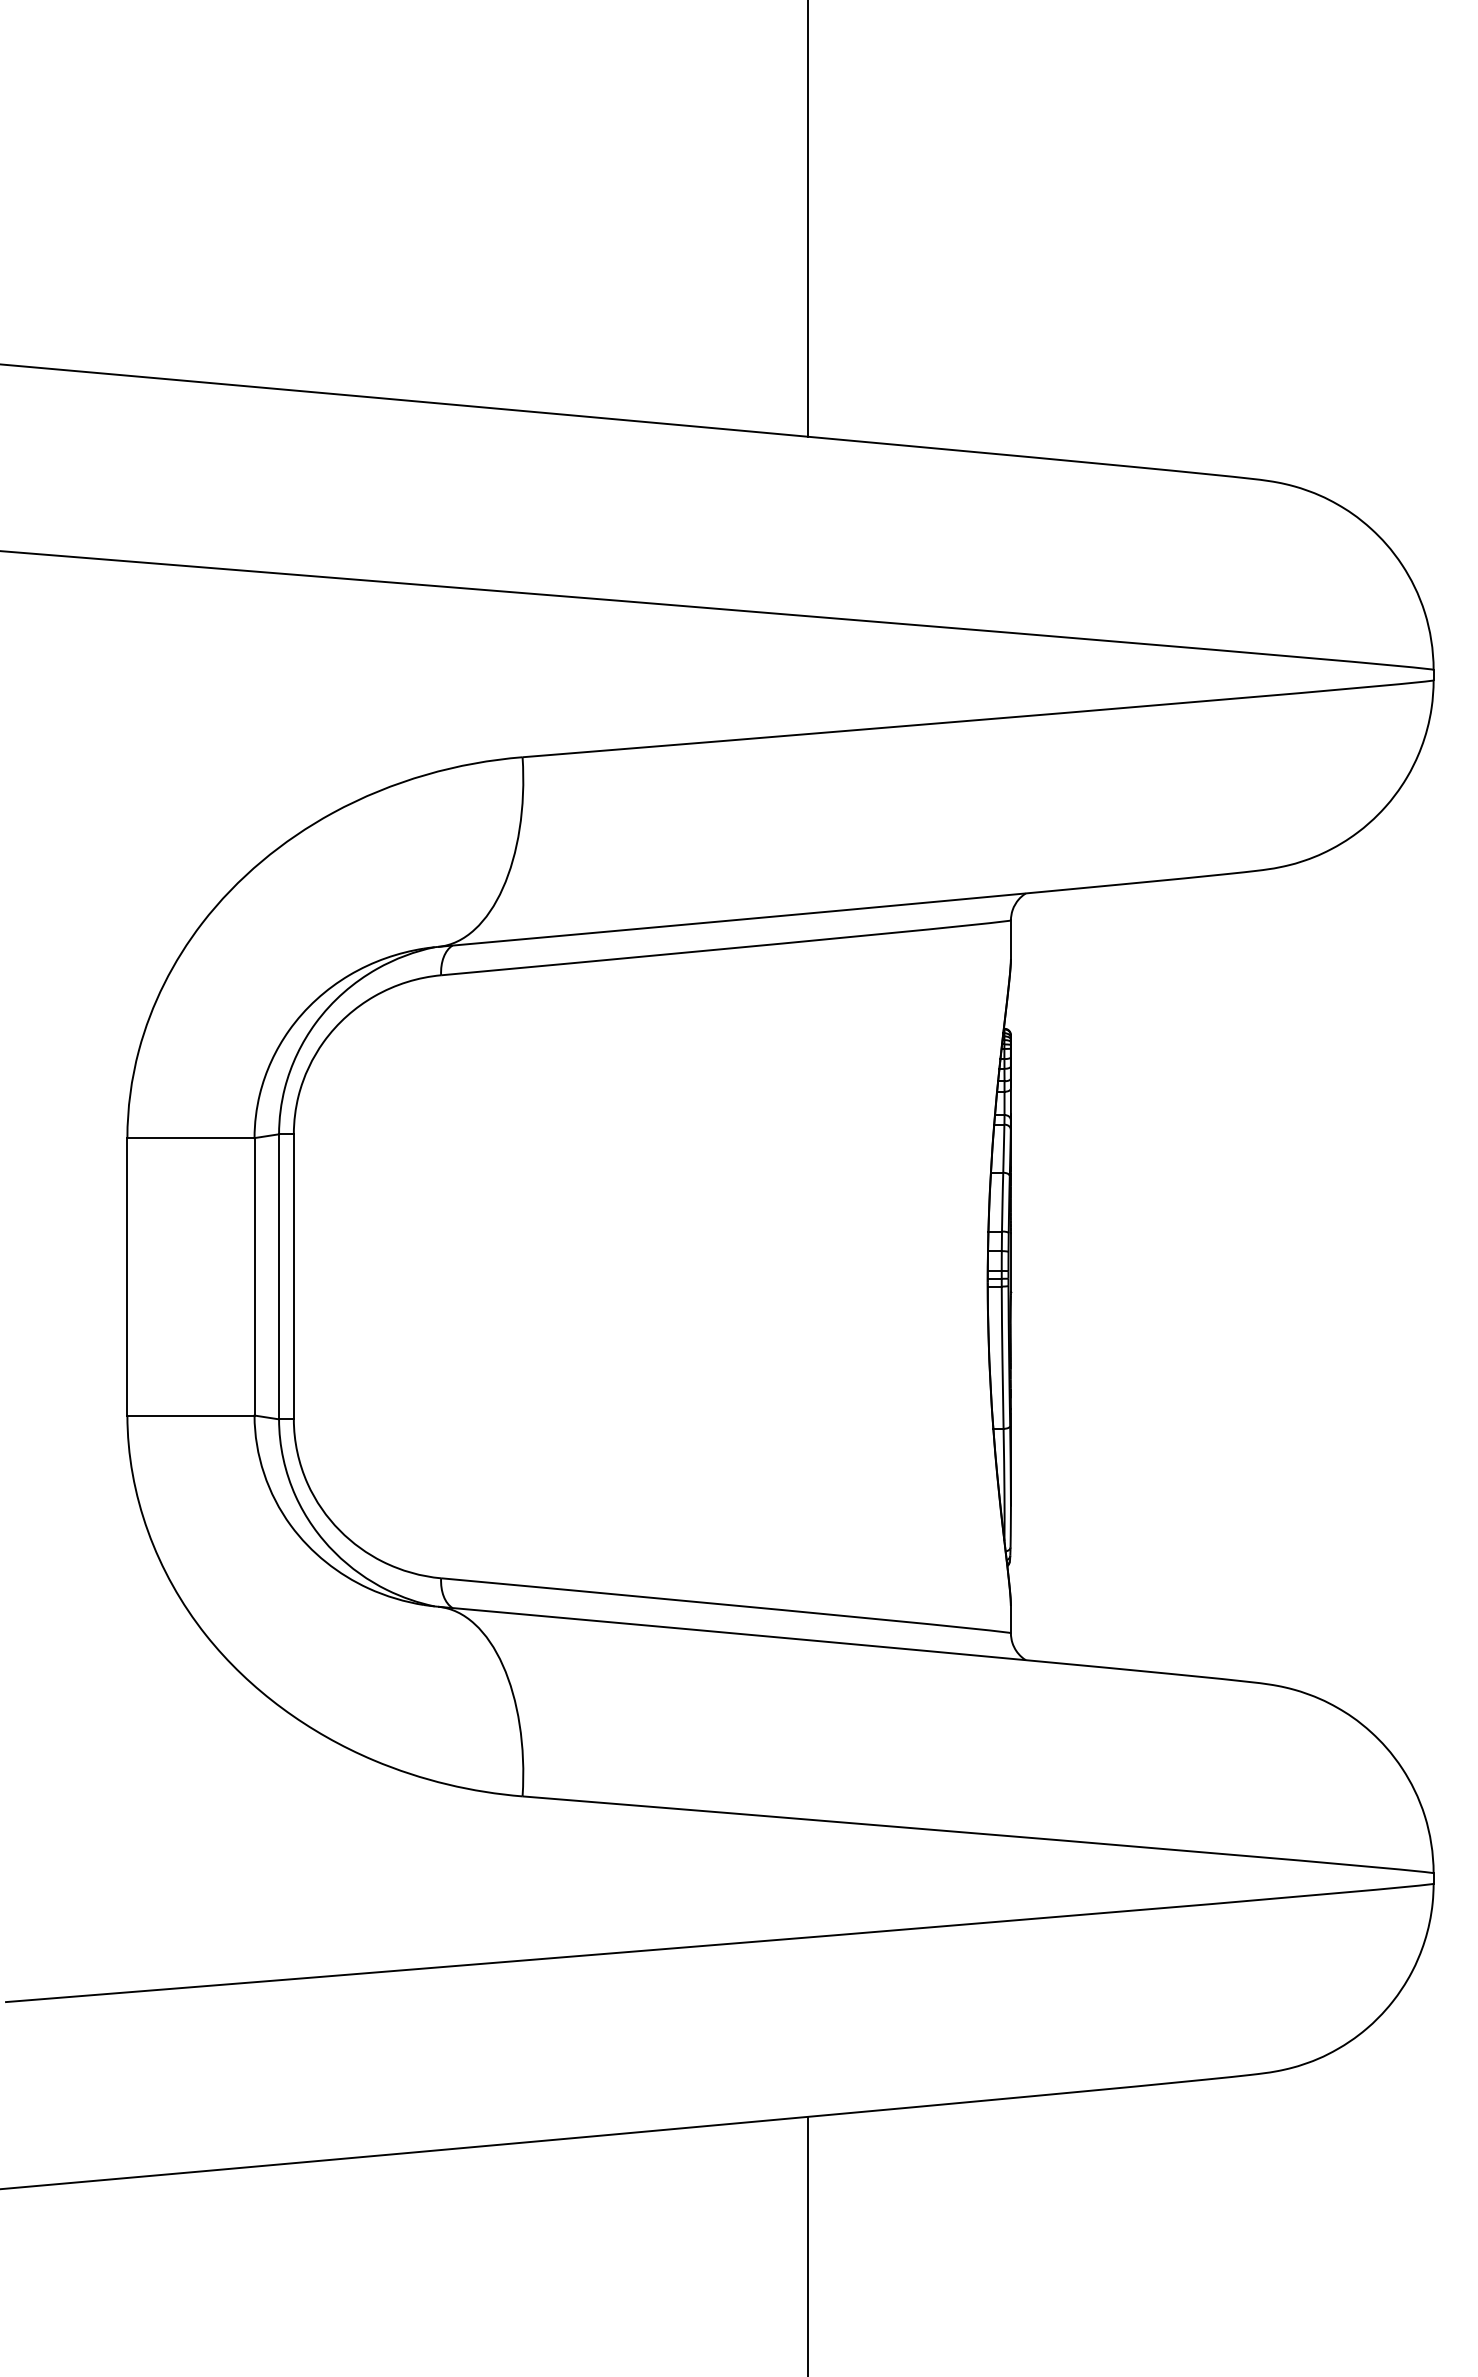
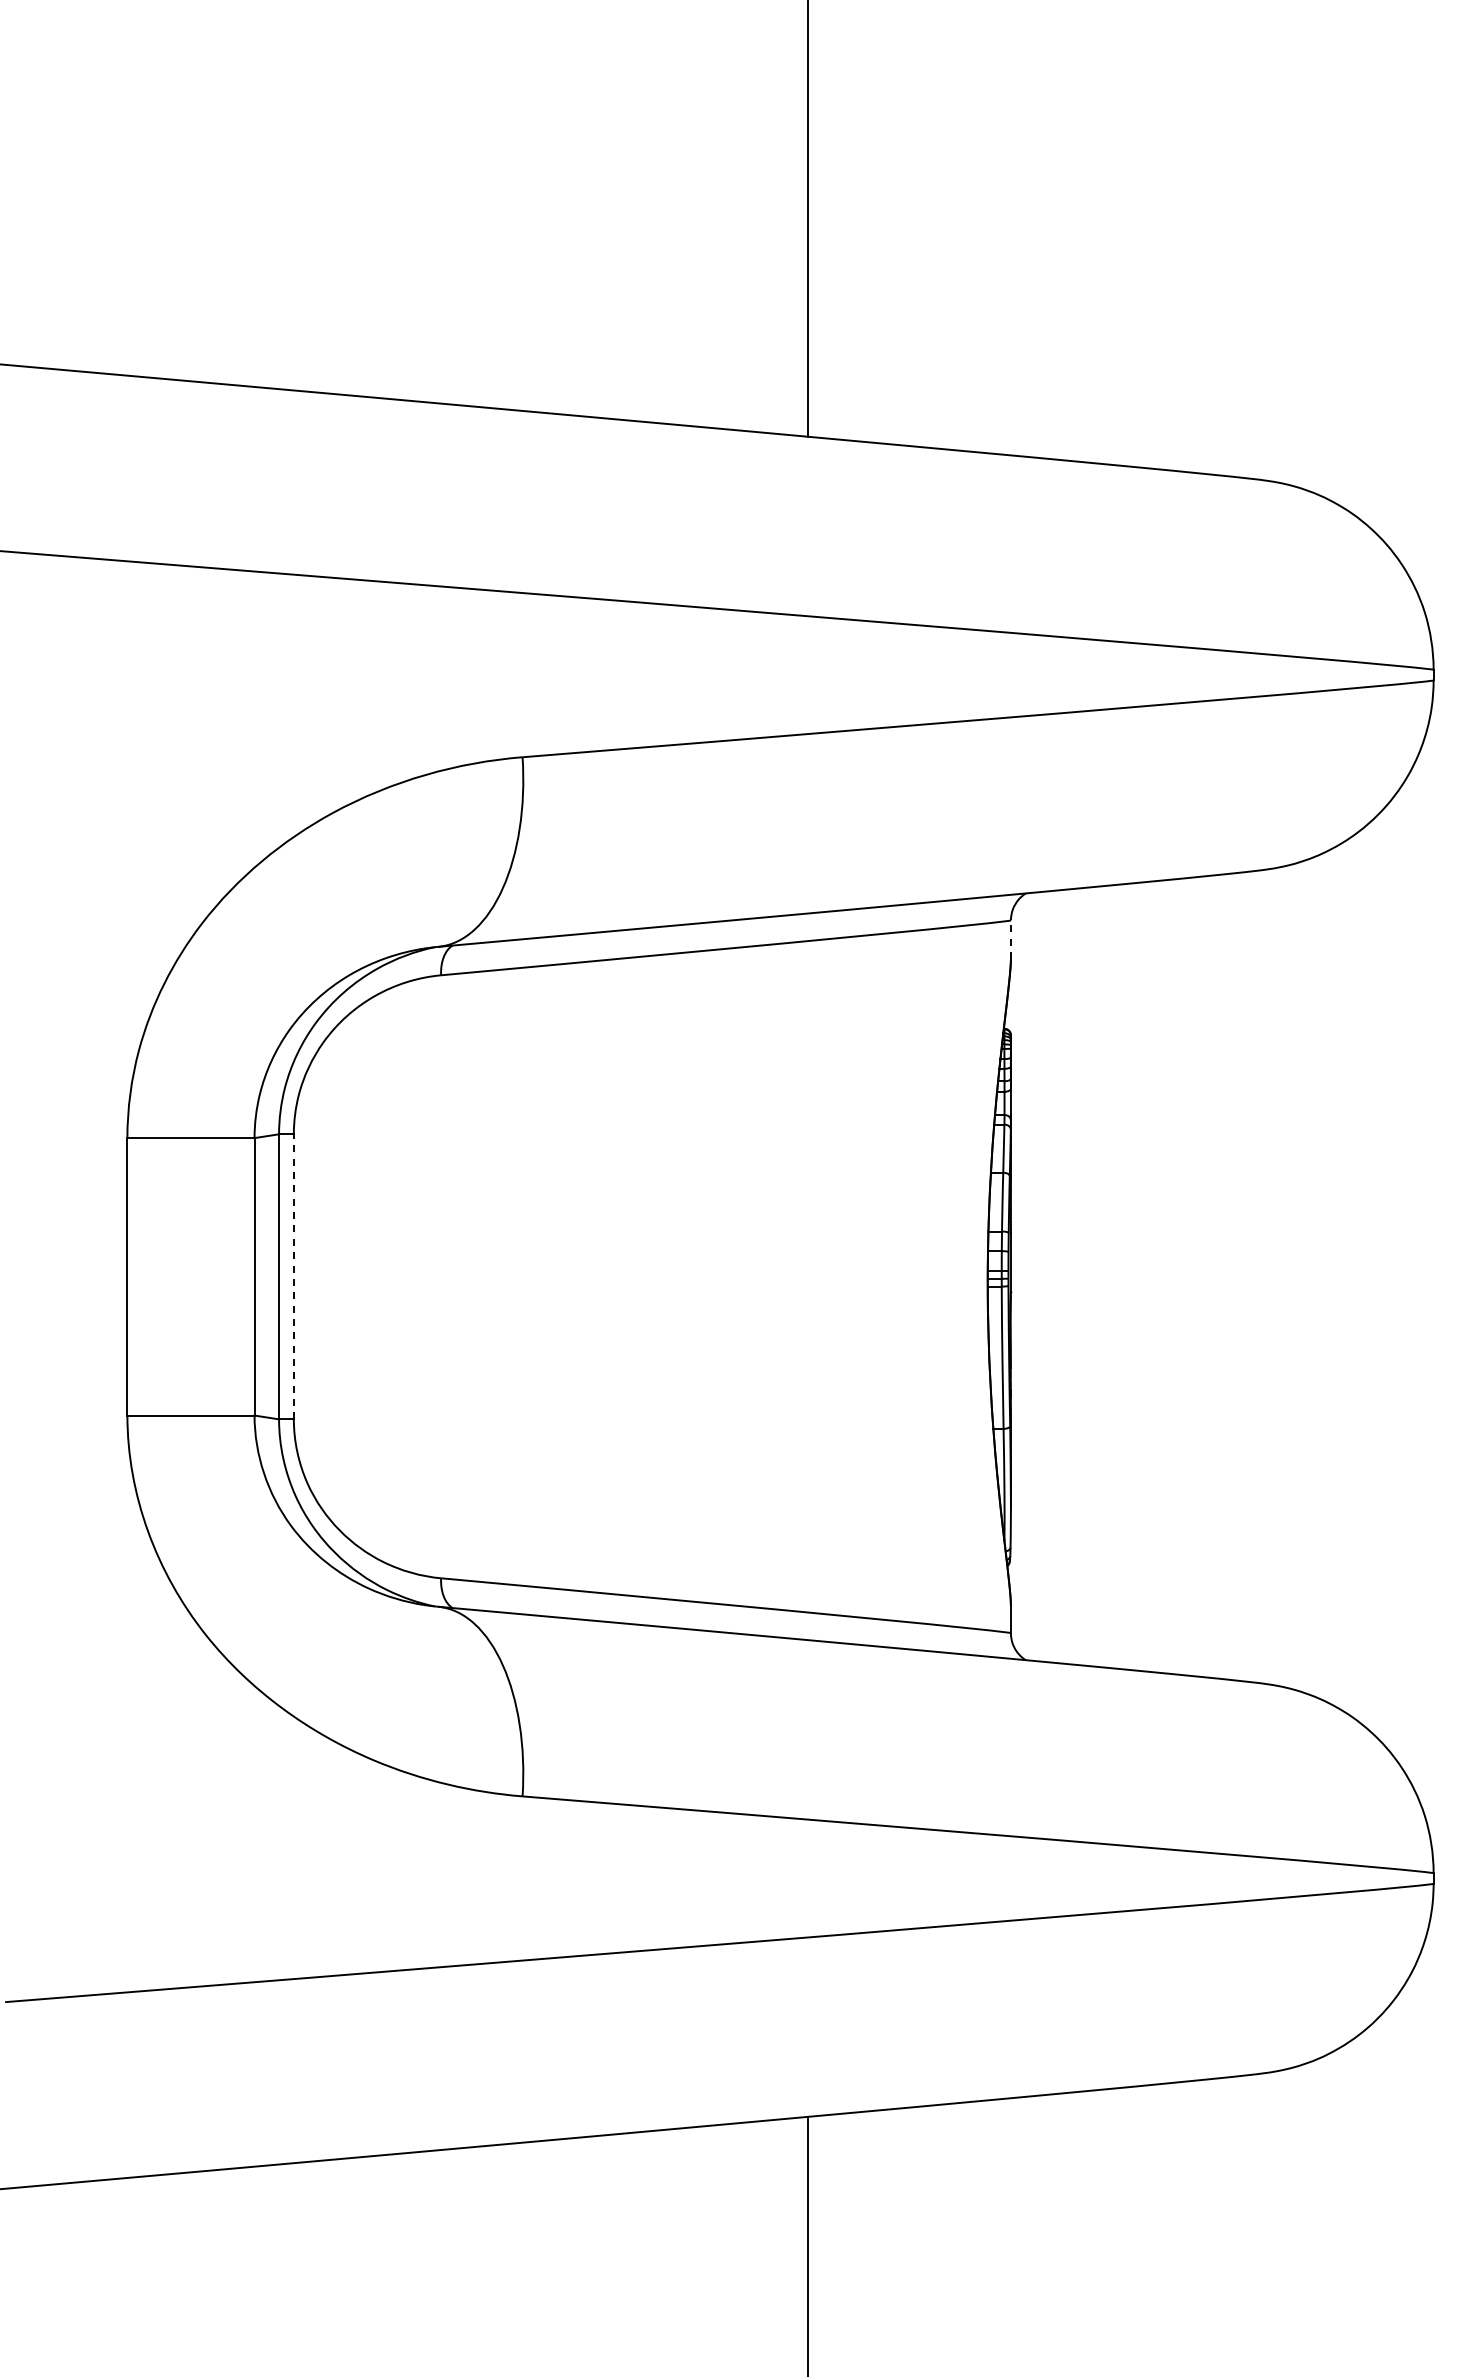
line at (1010, 939): solid -> dashed
line at (293, 1276): solid -> dashed
